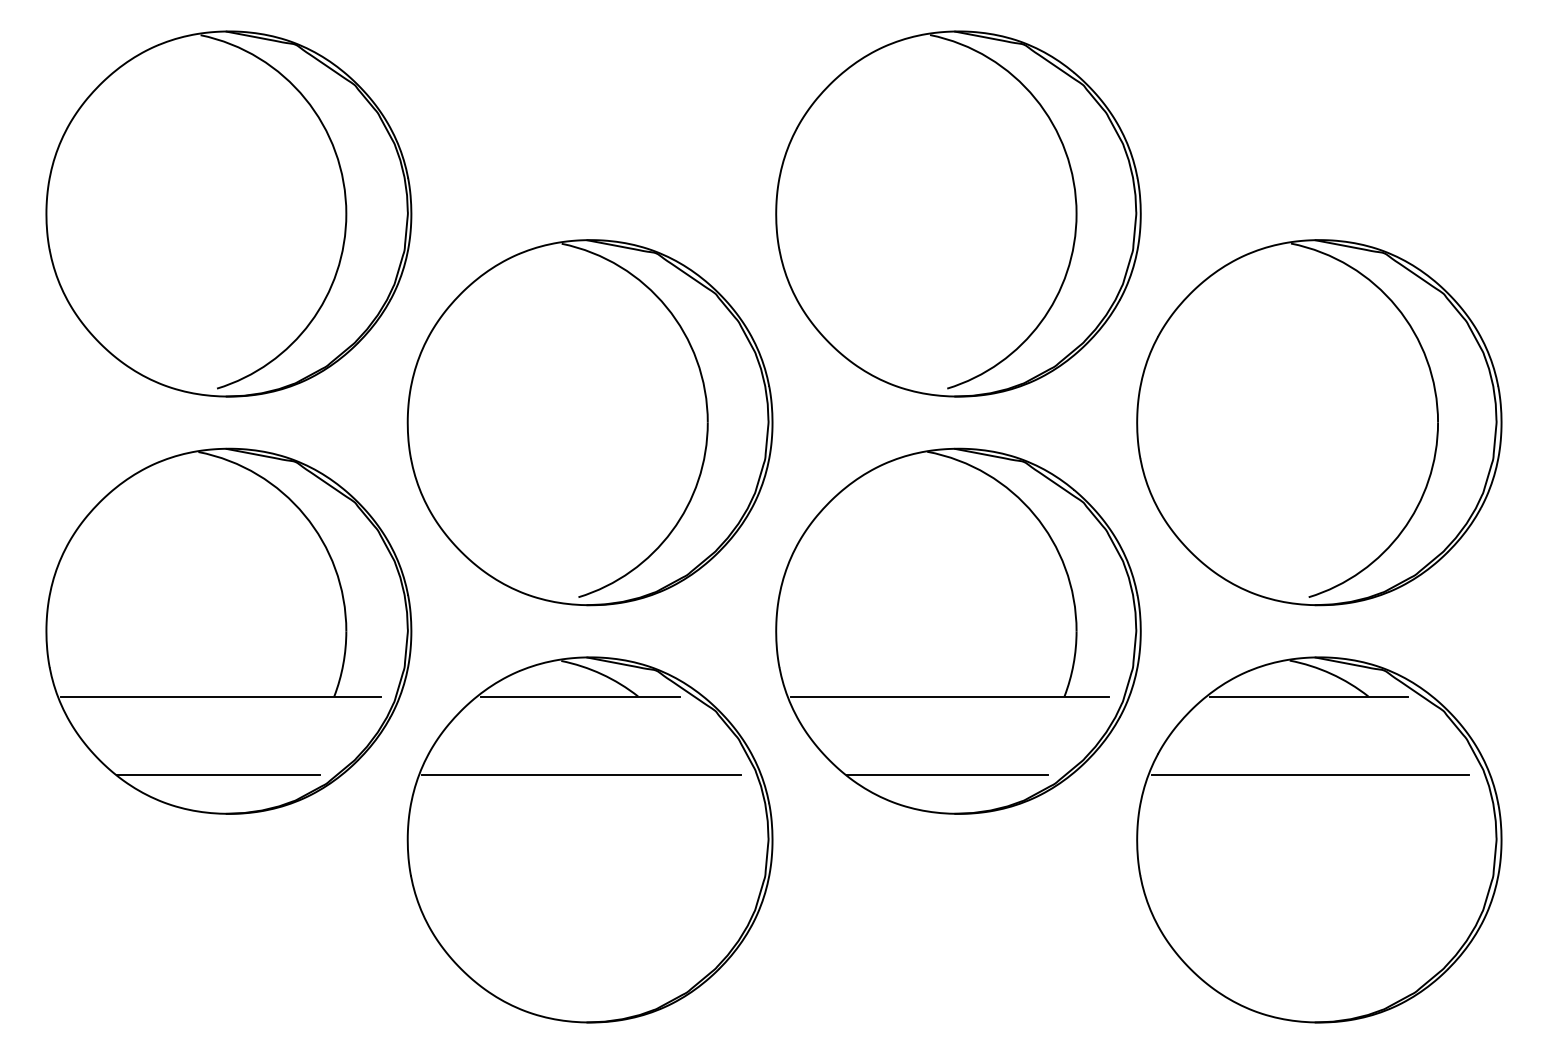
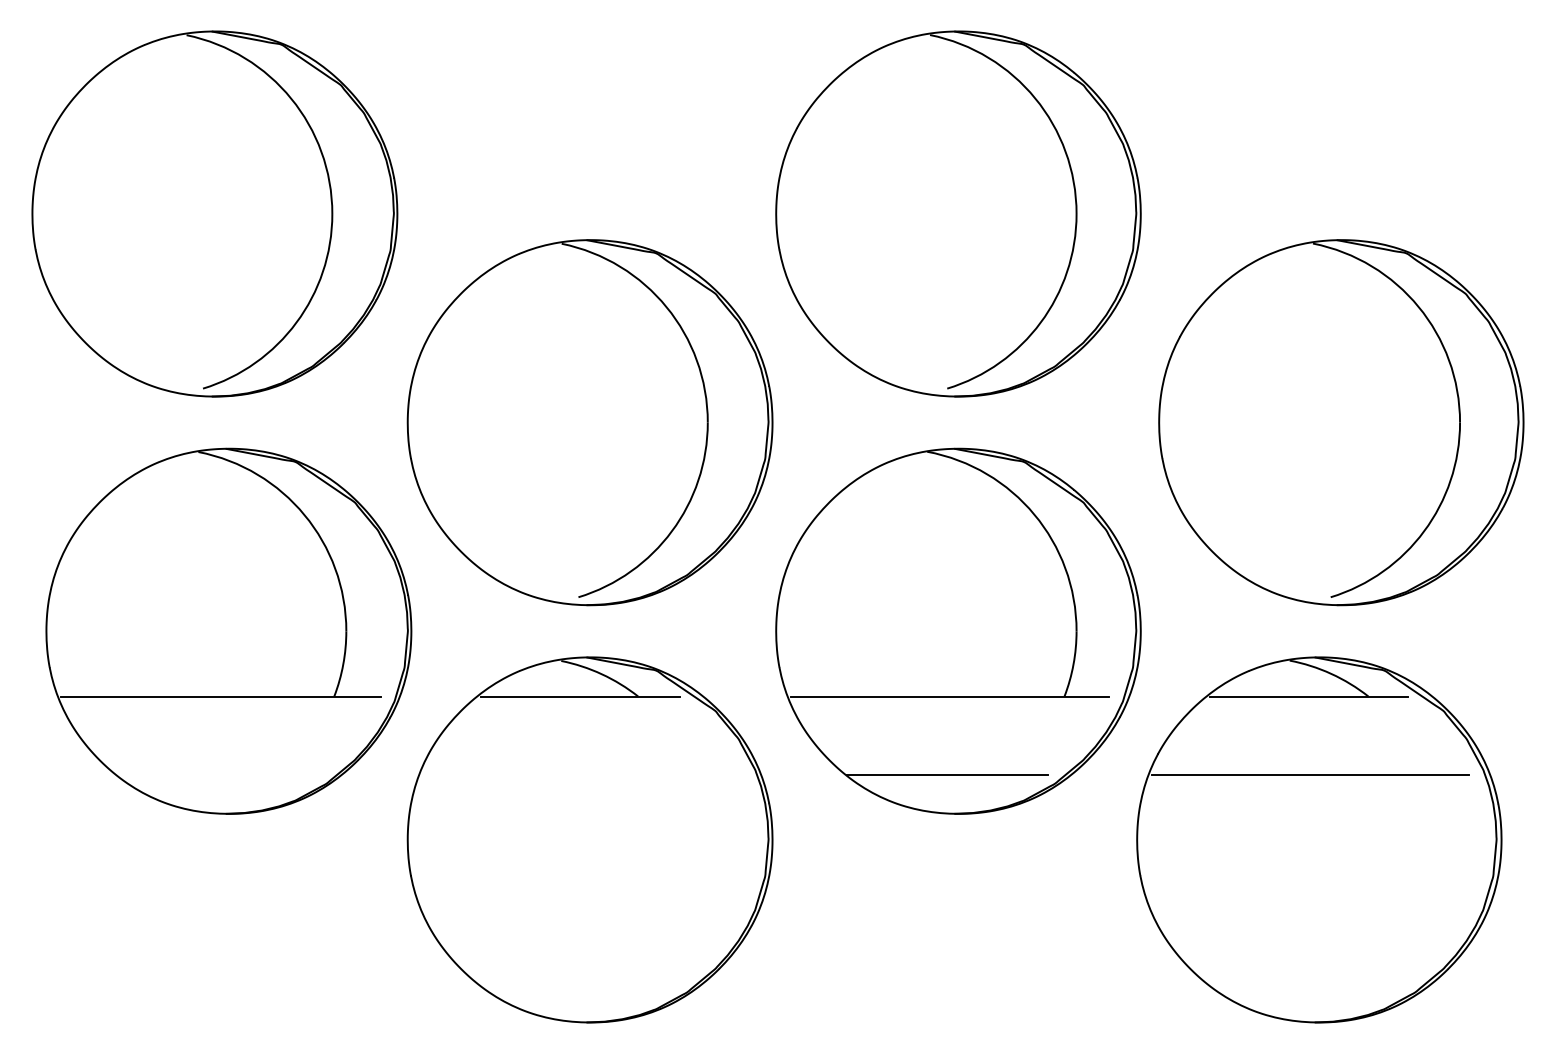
part at (228, 213) position: (228, 213) -> (214, 213)
part at (1319, 422) position: (1319, 422) -> (1341, 422)
line at (218, 774): present -> none
line at (581, 774): present -> none
